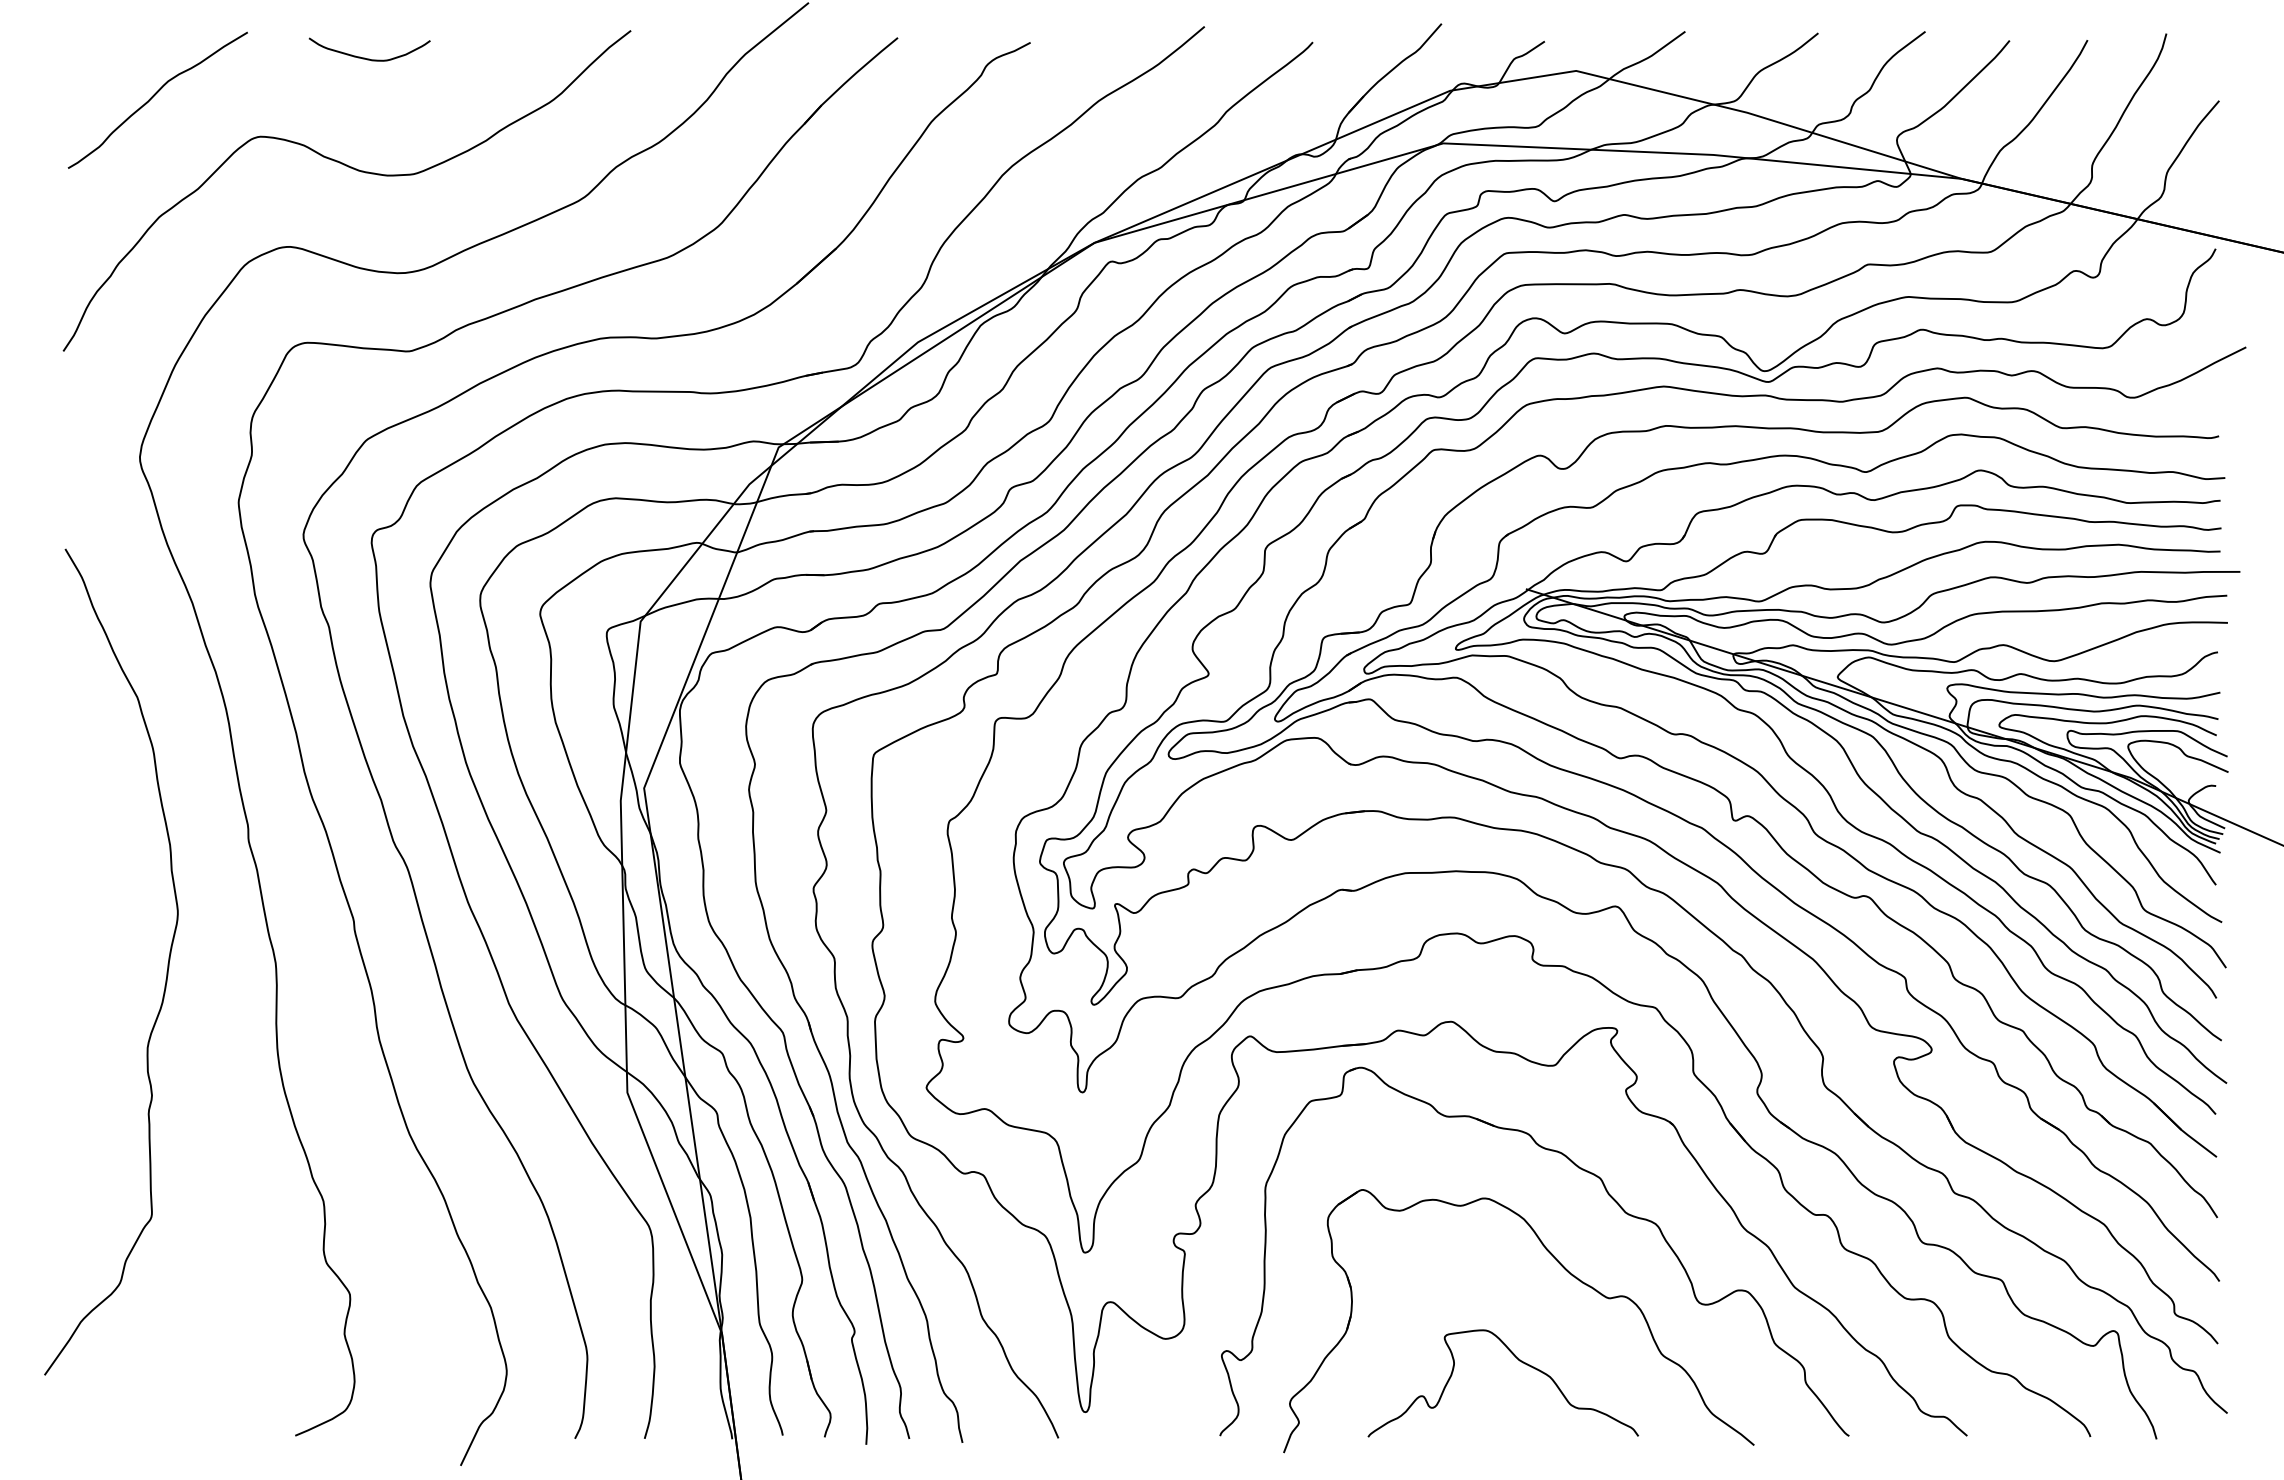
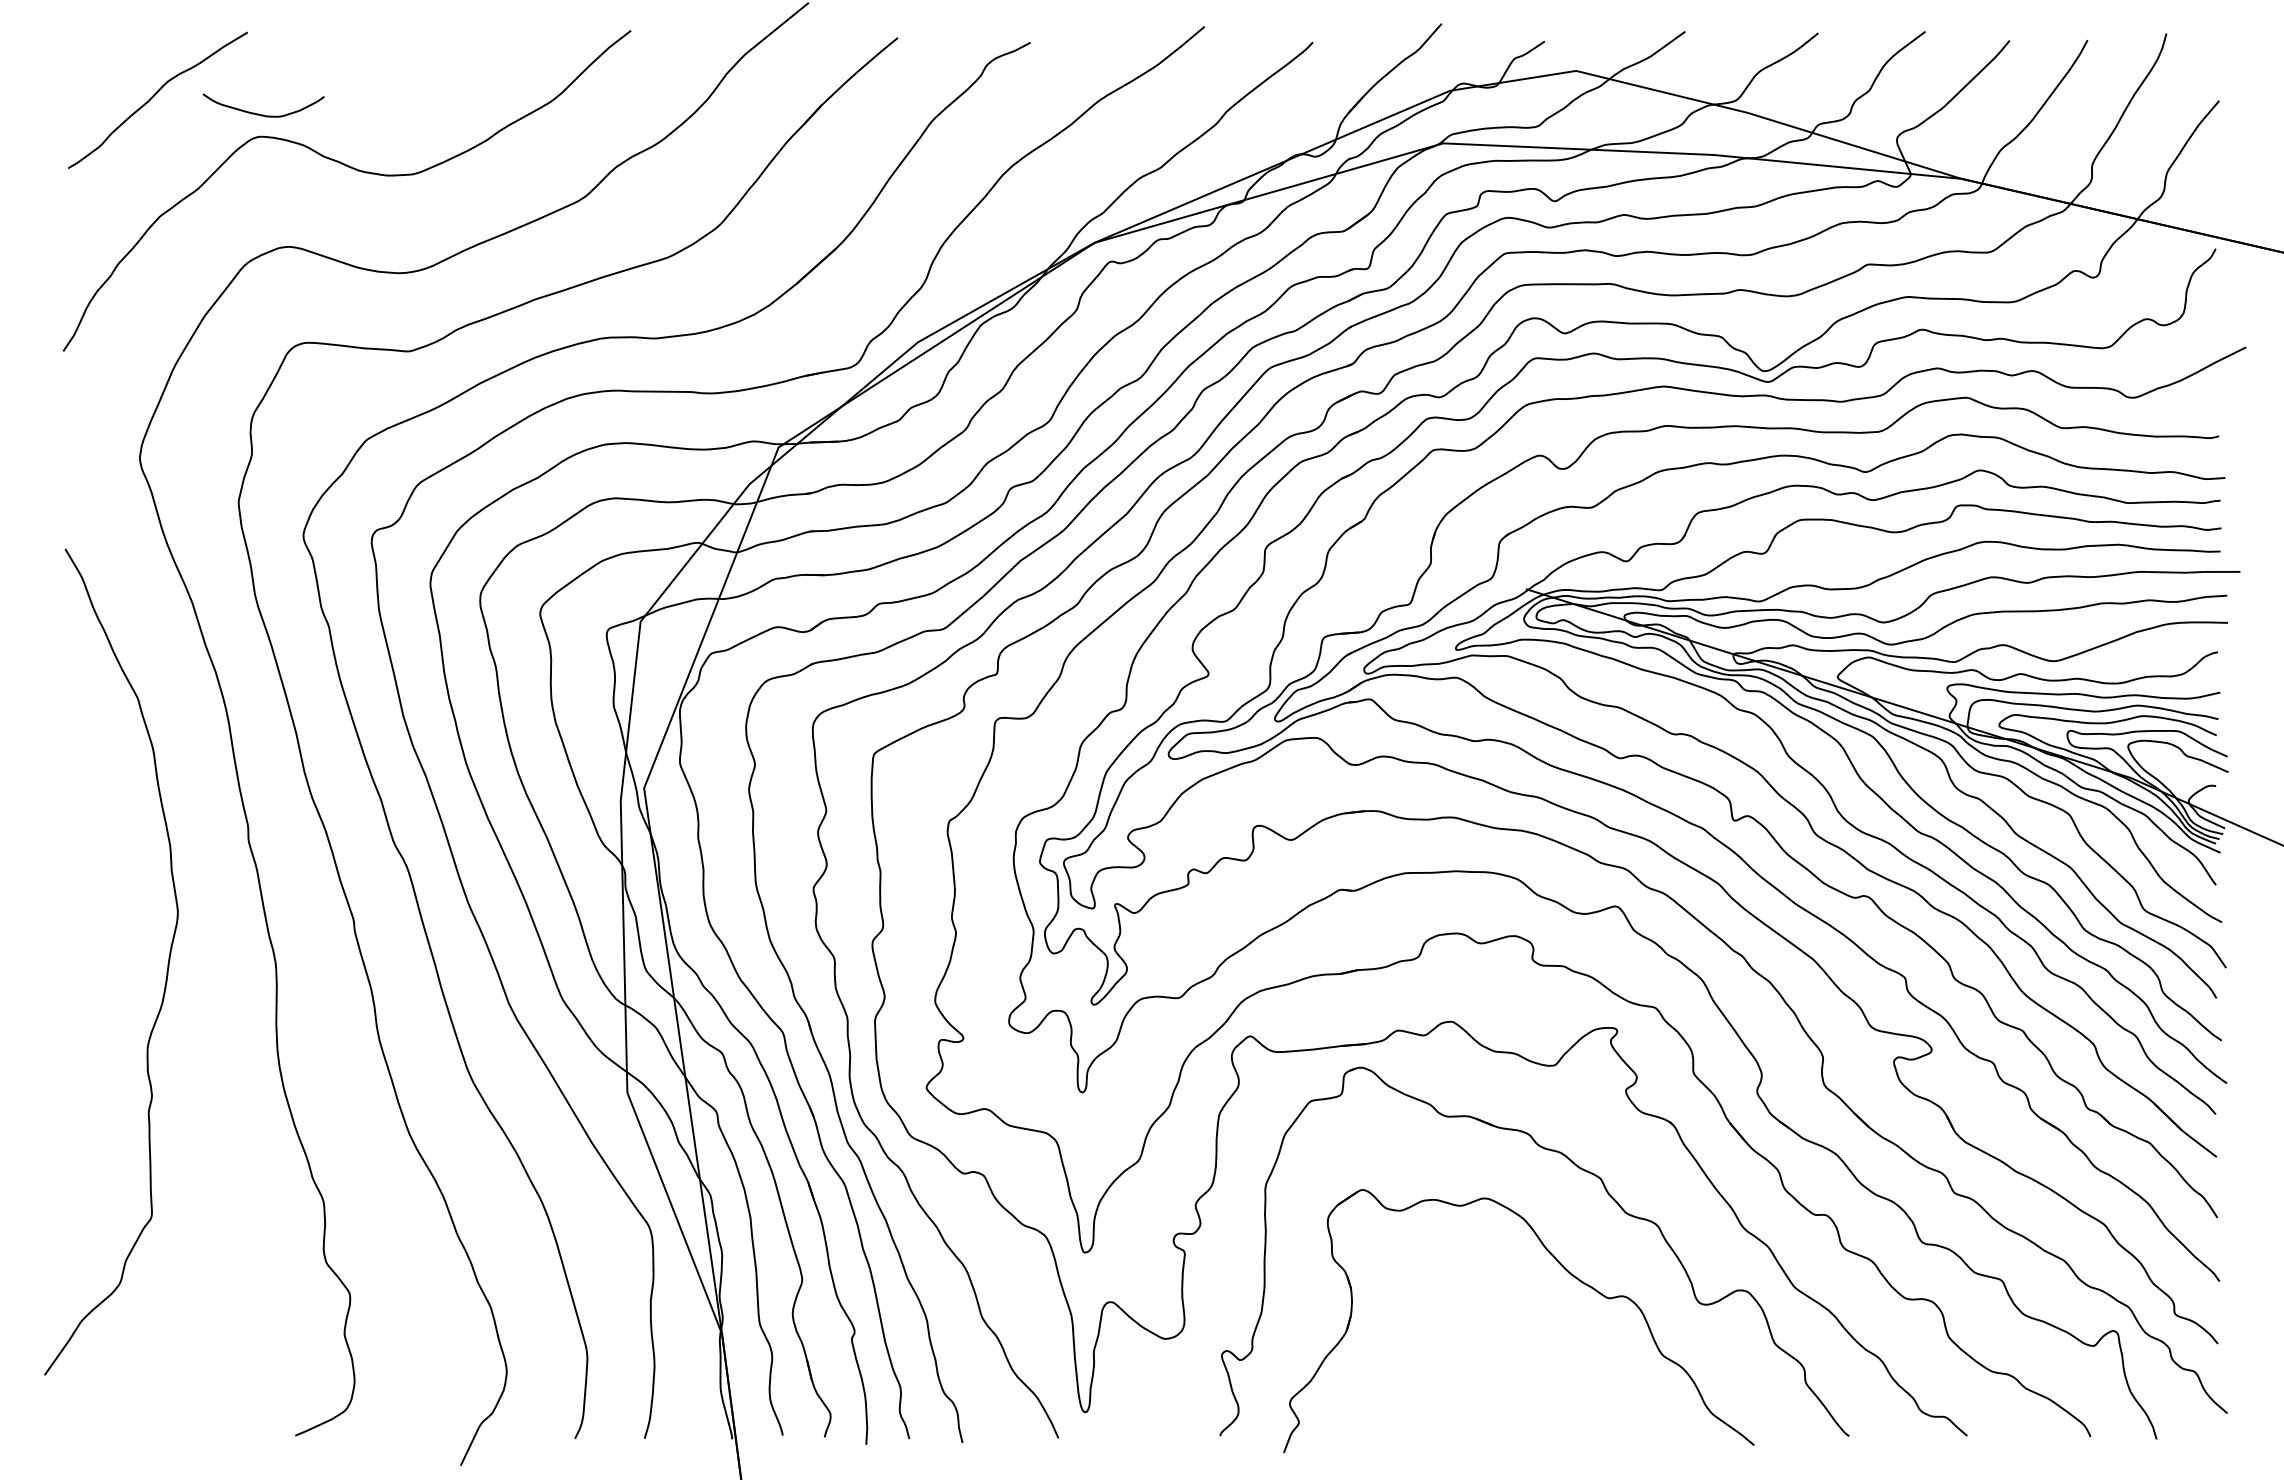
curve at (369, 58) position: (369, 58) -> (263, 114)
curve at (1519, 1361): present -> none
